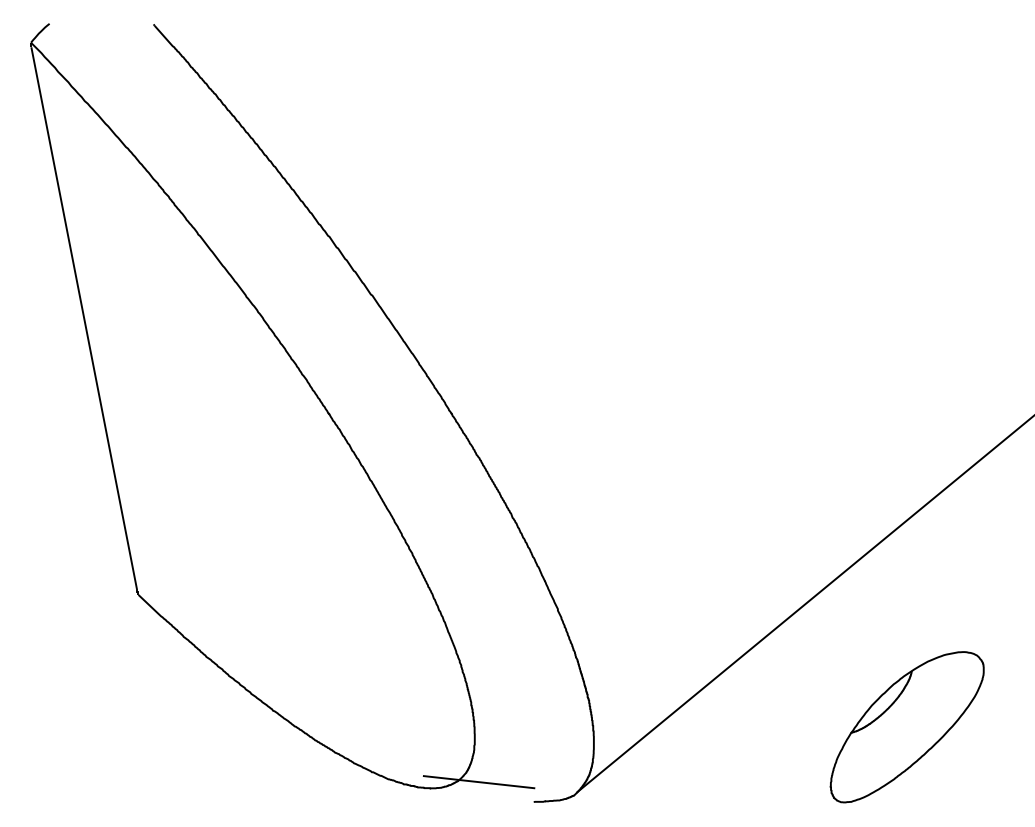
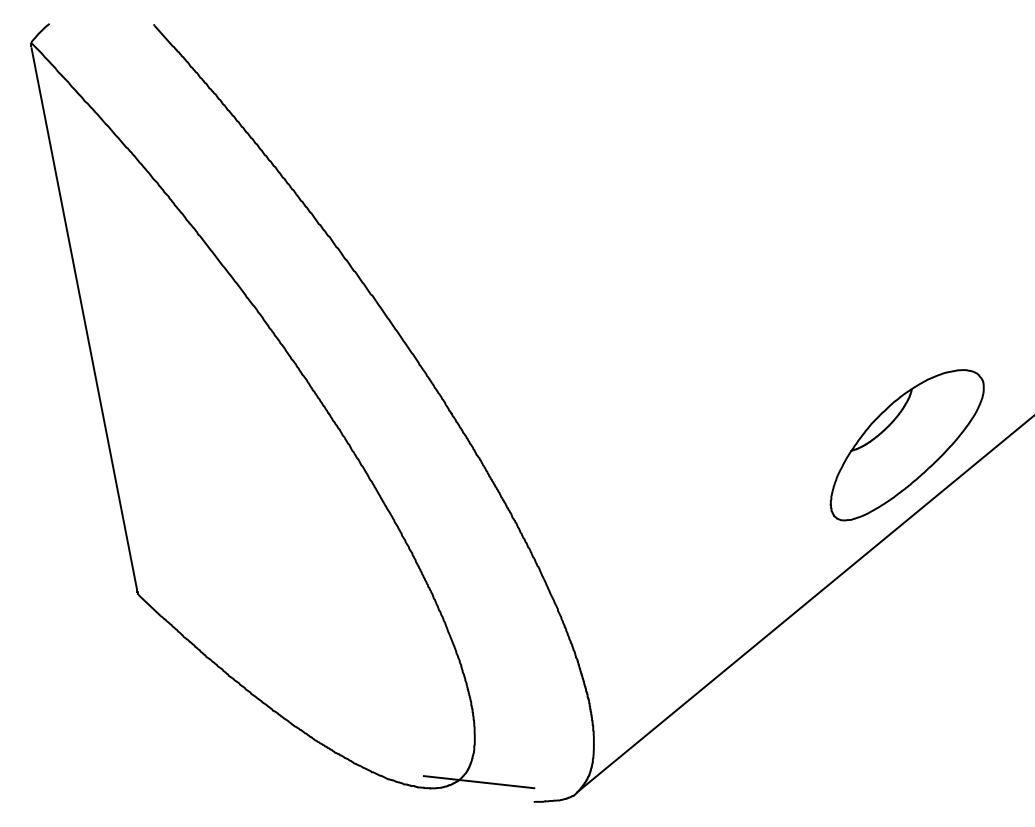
part at (906, 727) position: (906, 727) -> (906, 445)
